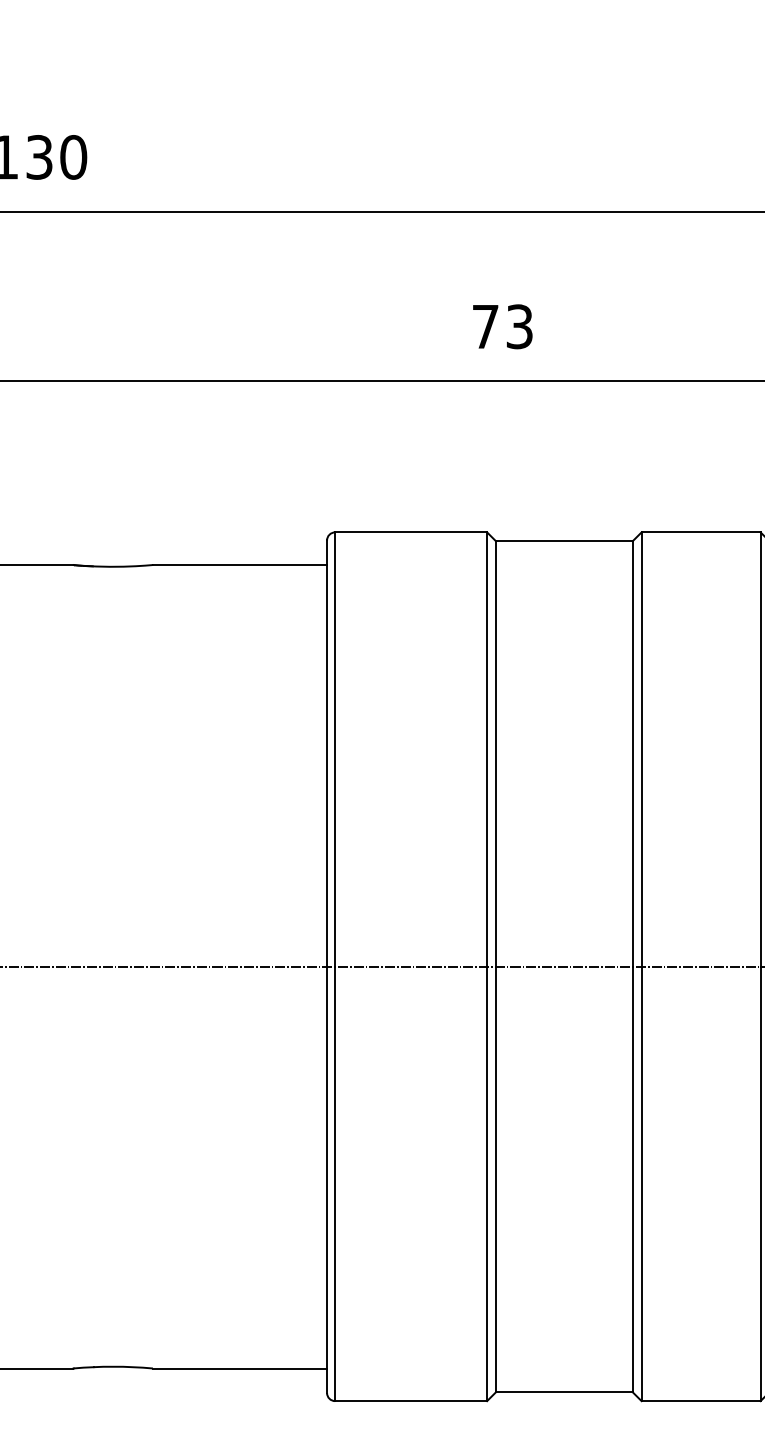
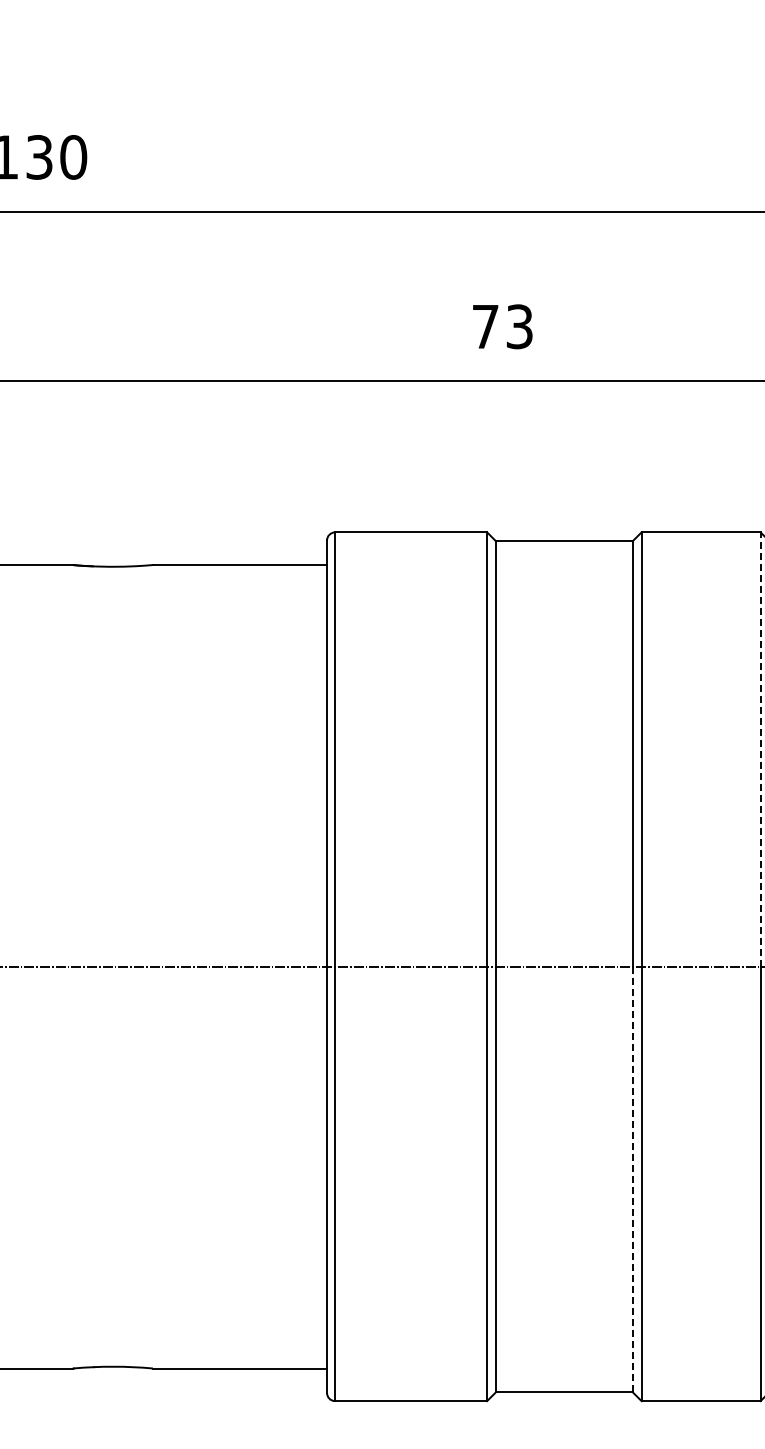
line at (760, 749): solid -> dashed
line at (632, 1179): solid -> dashed
